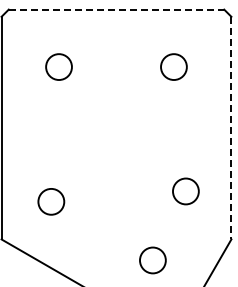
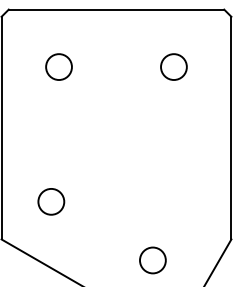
line at (116, 9): dashed -> solid
line at (231, 128): dashed -> solid
circle at (185, 191): present -> none
